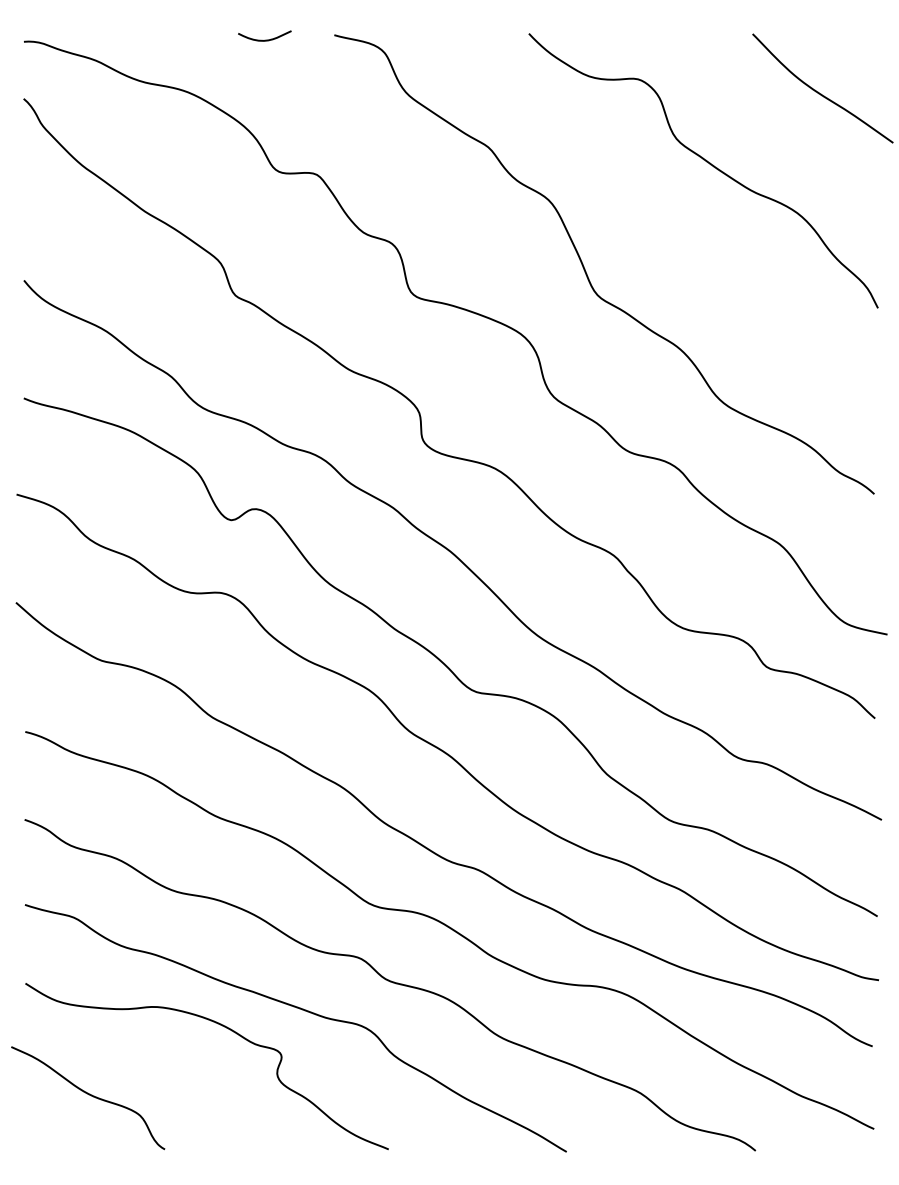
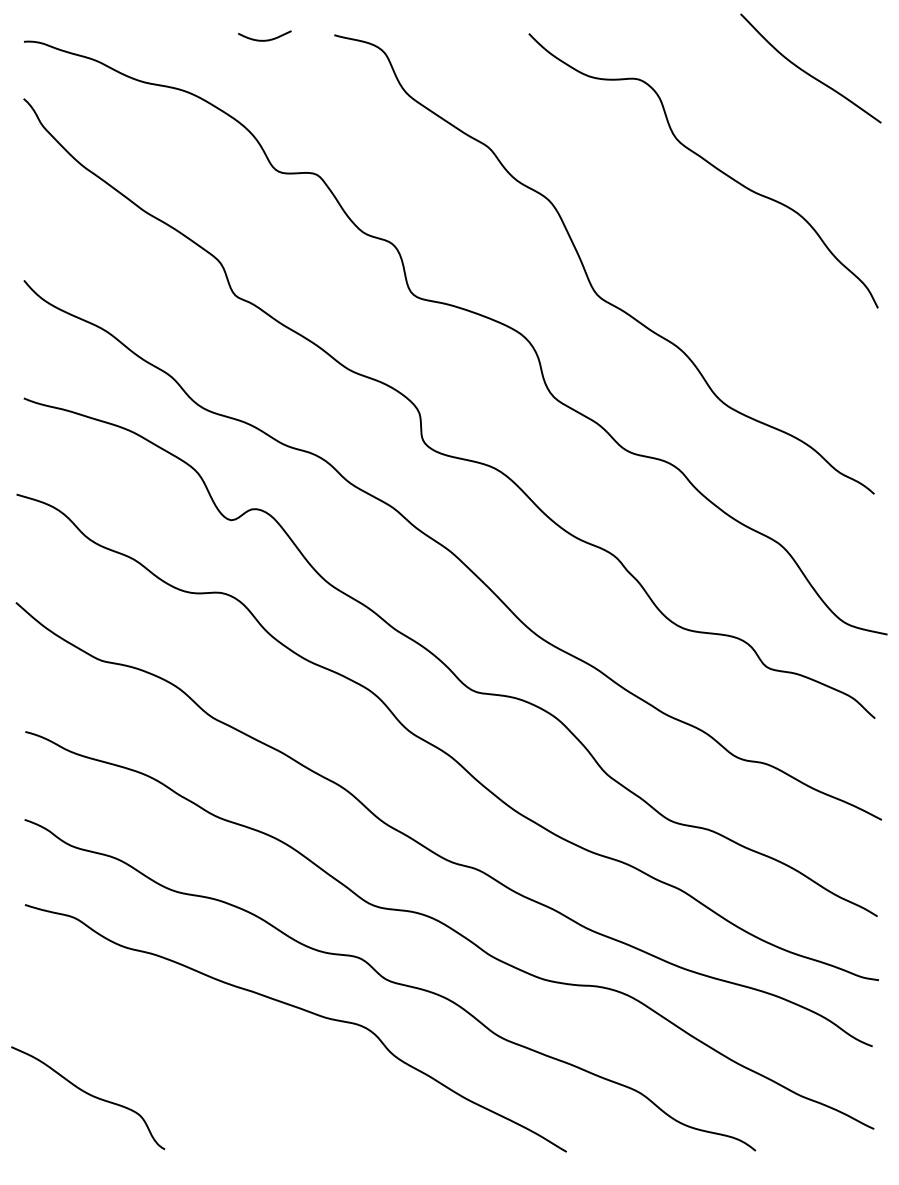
curve at (818, 91) position: (818, 91) -> (806, 71)
curve at (226, 1028): present -> none
